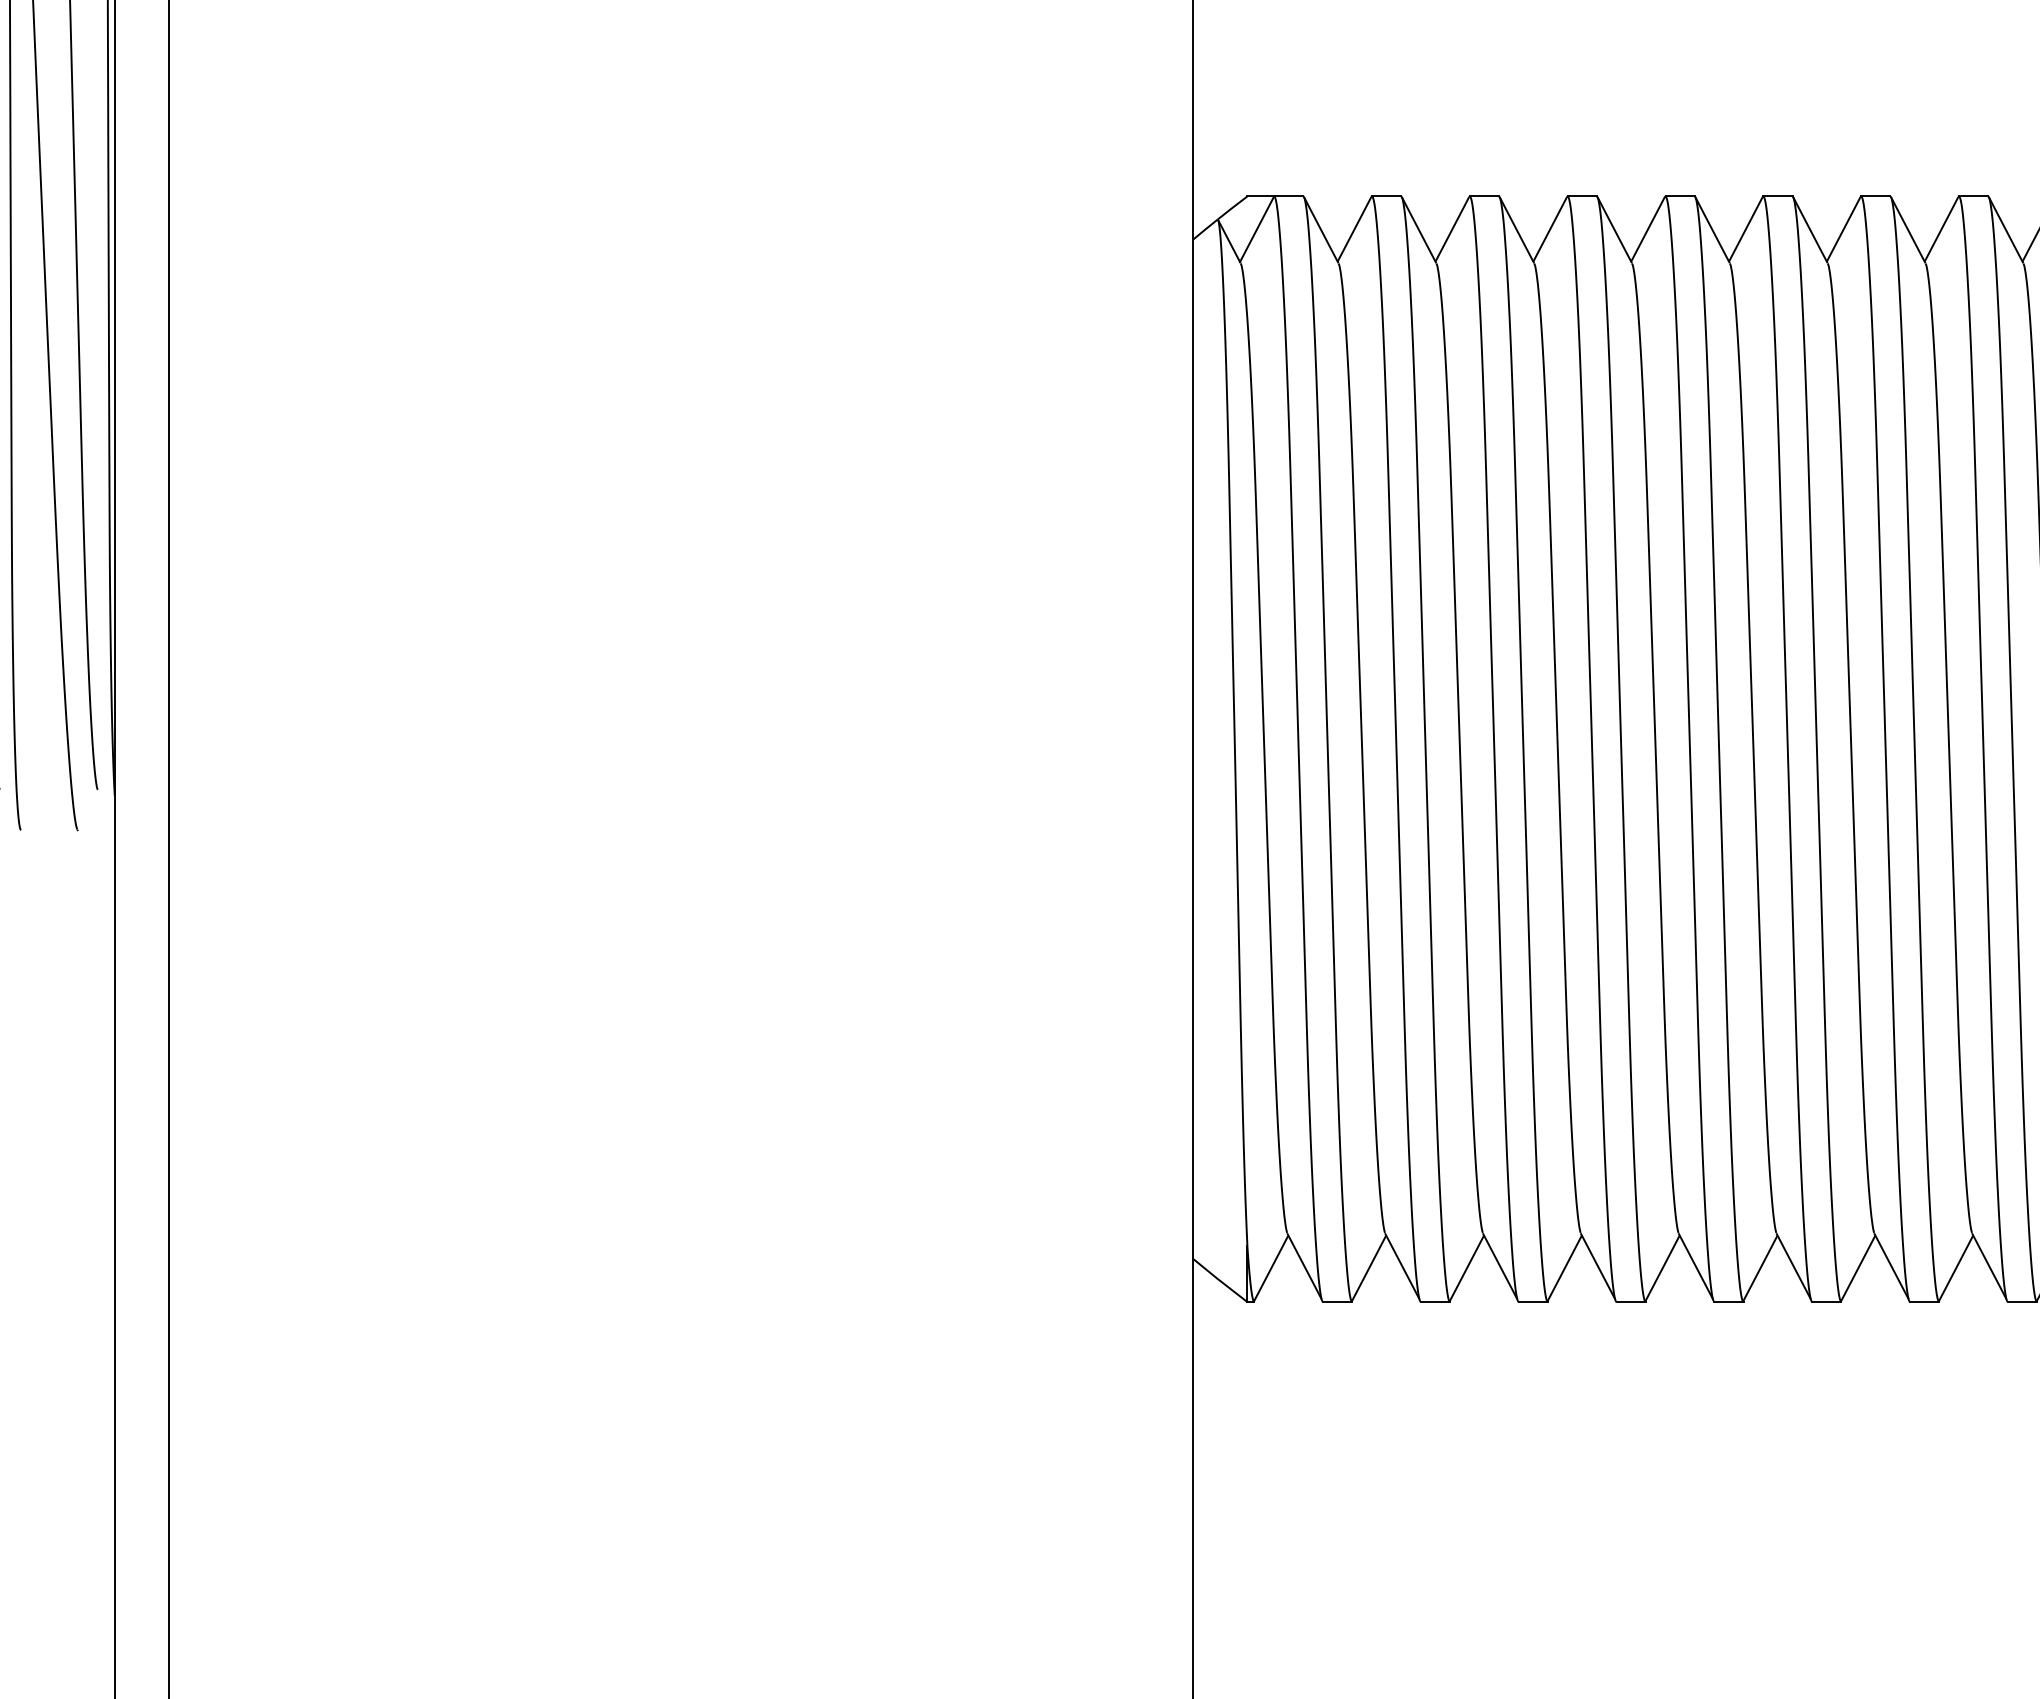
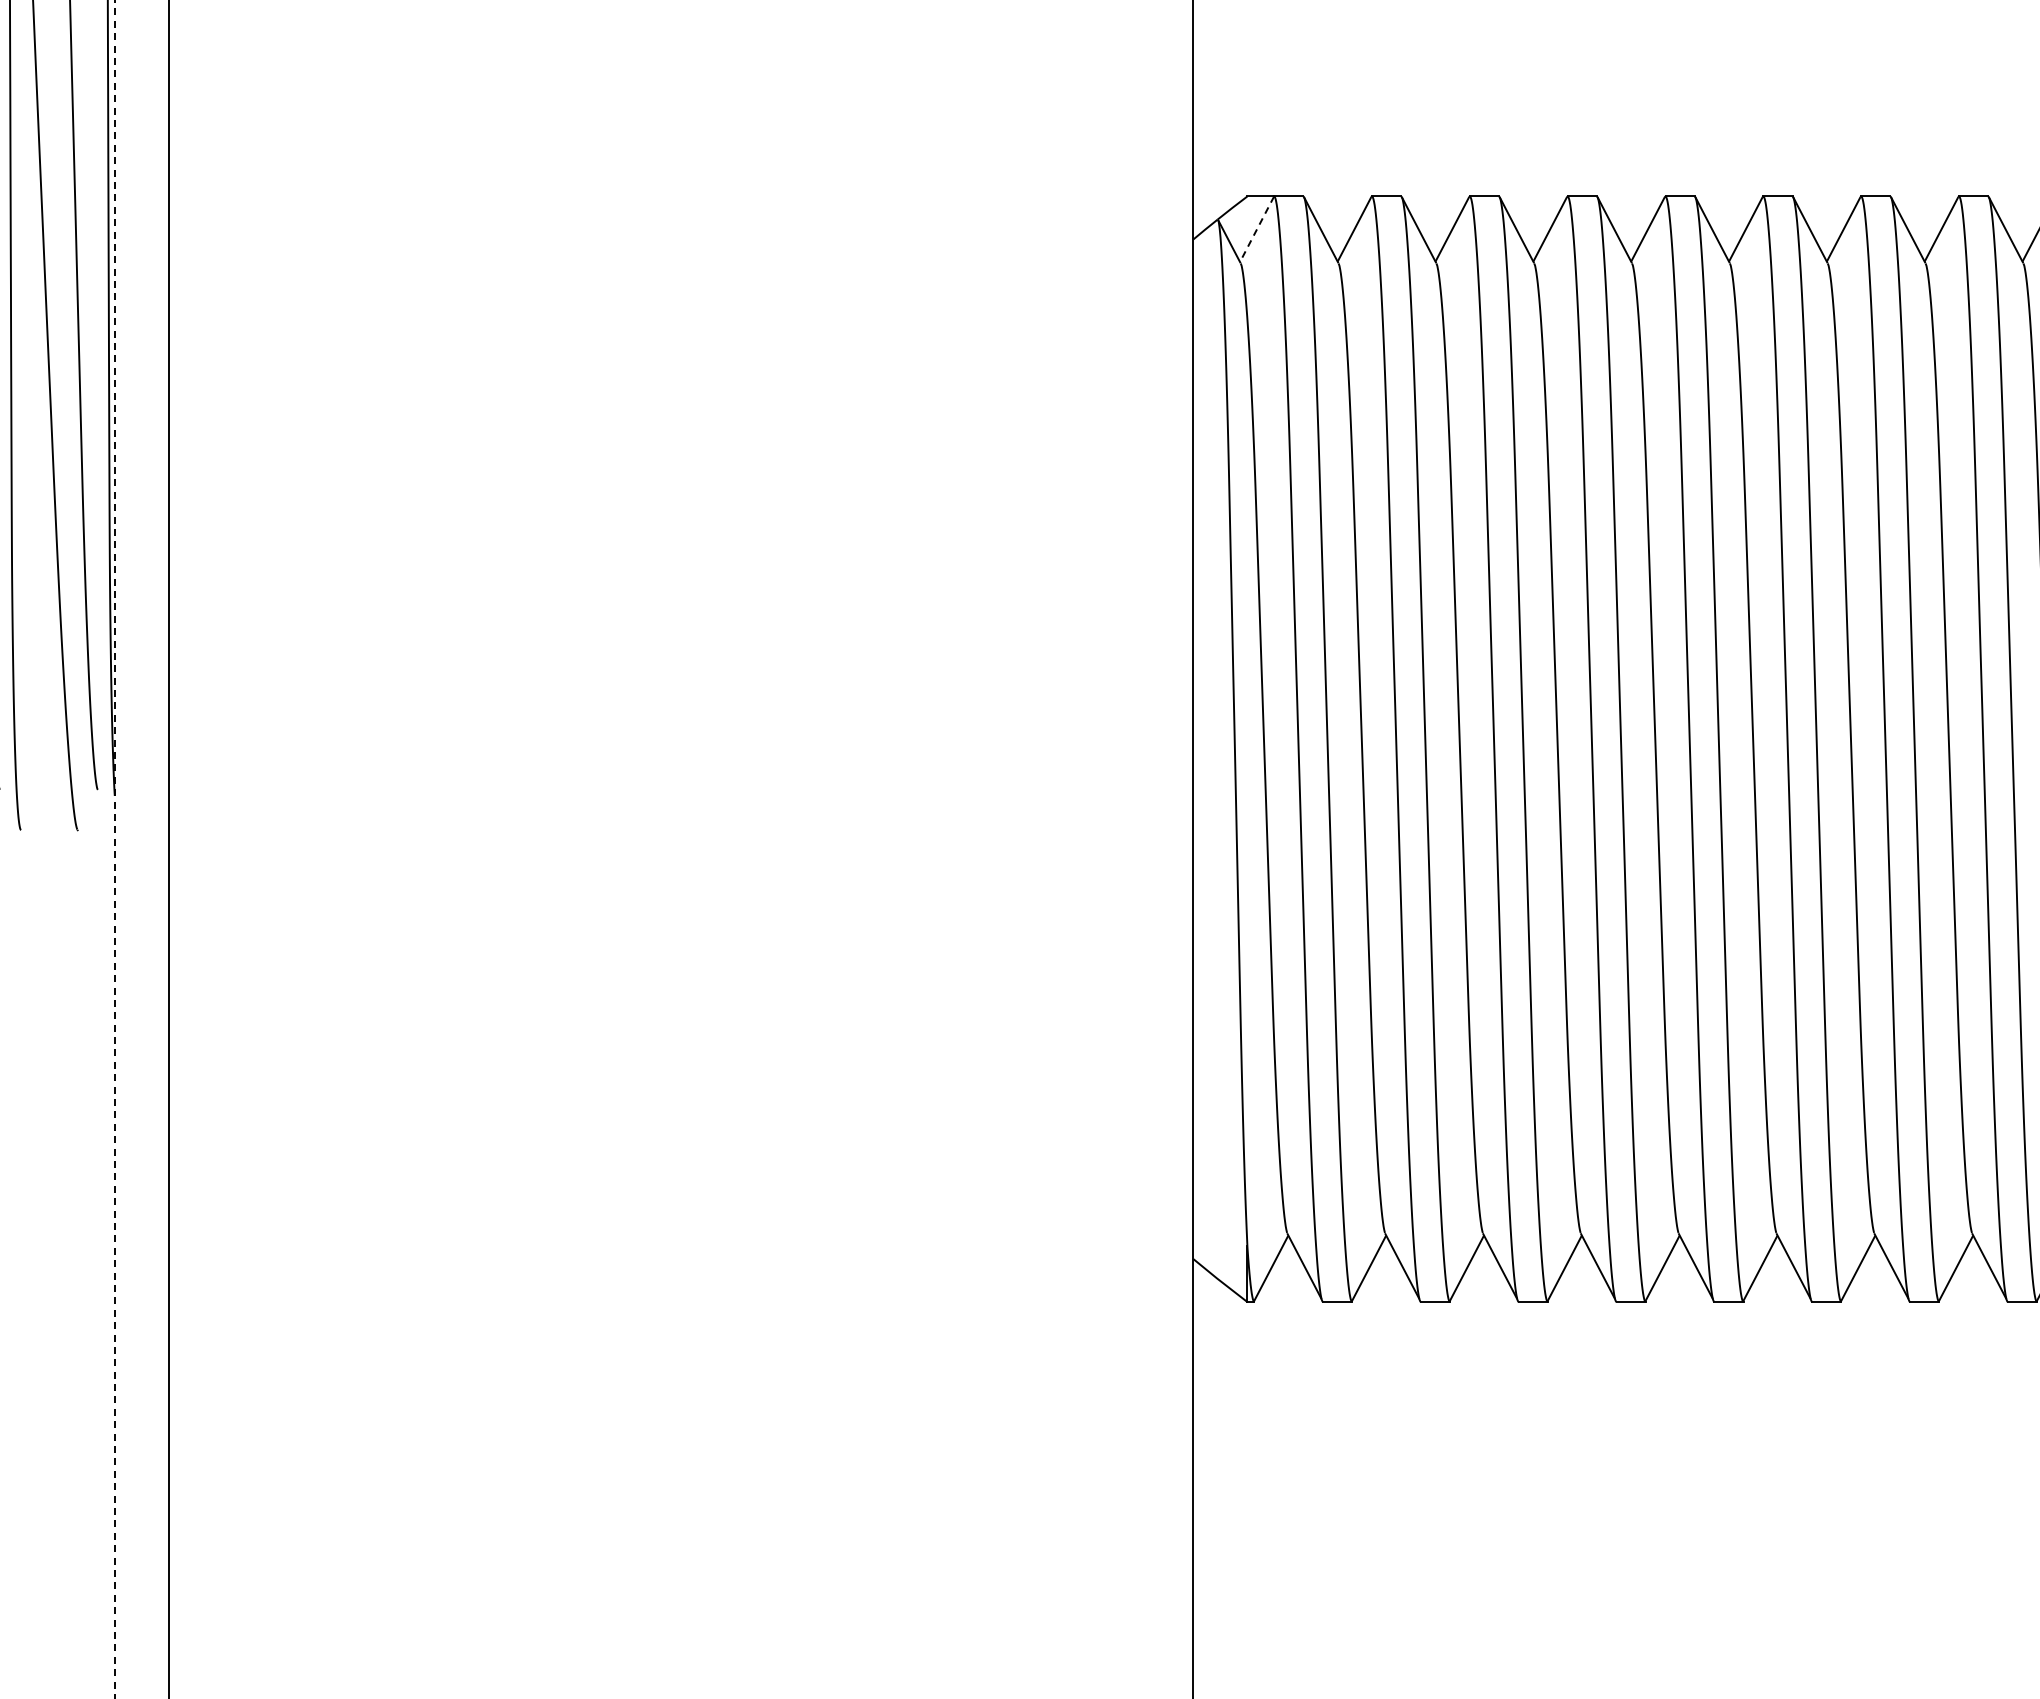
line at (1257, 229): solid -> dashed
line at (114, 849): solid -> dashed
